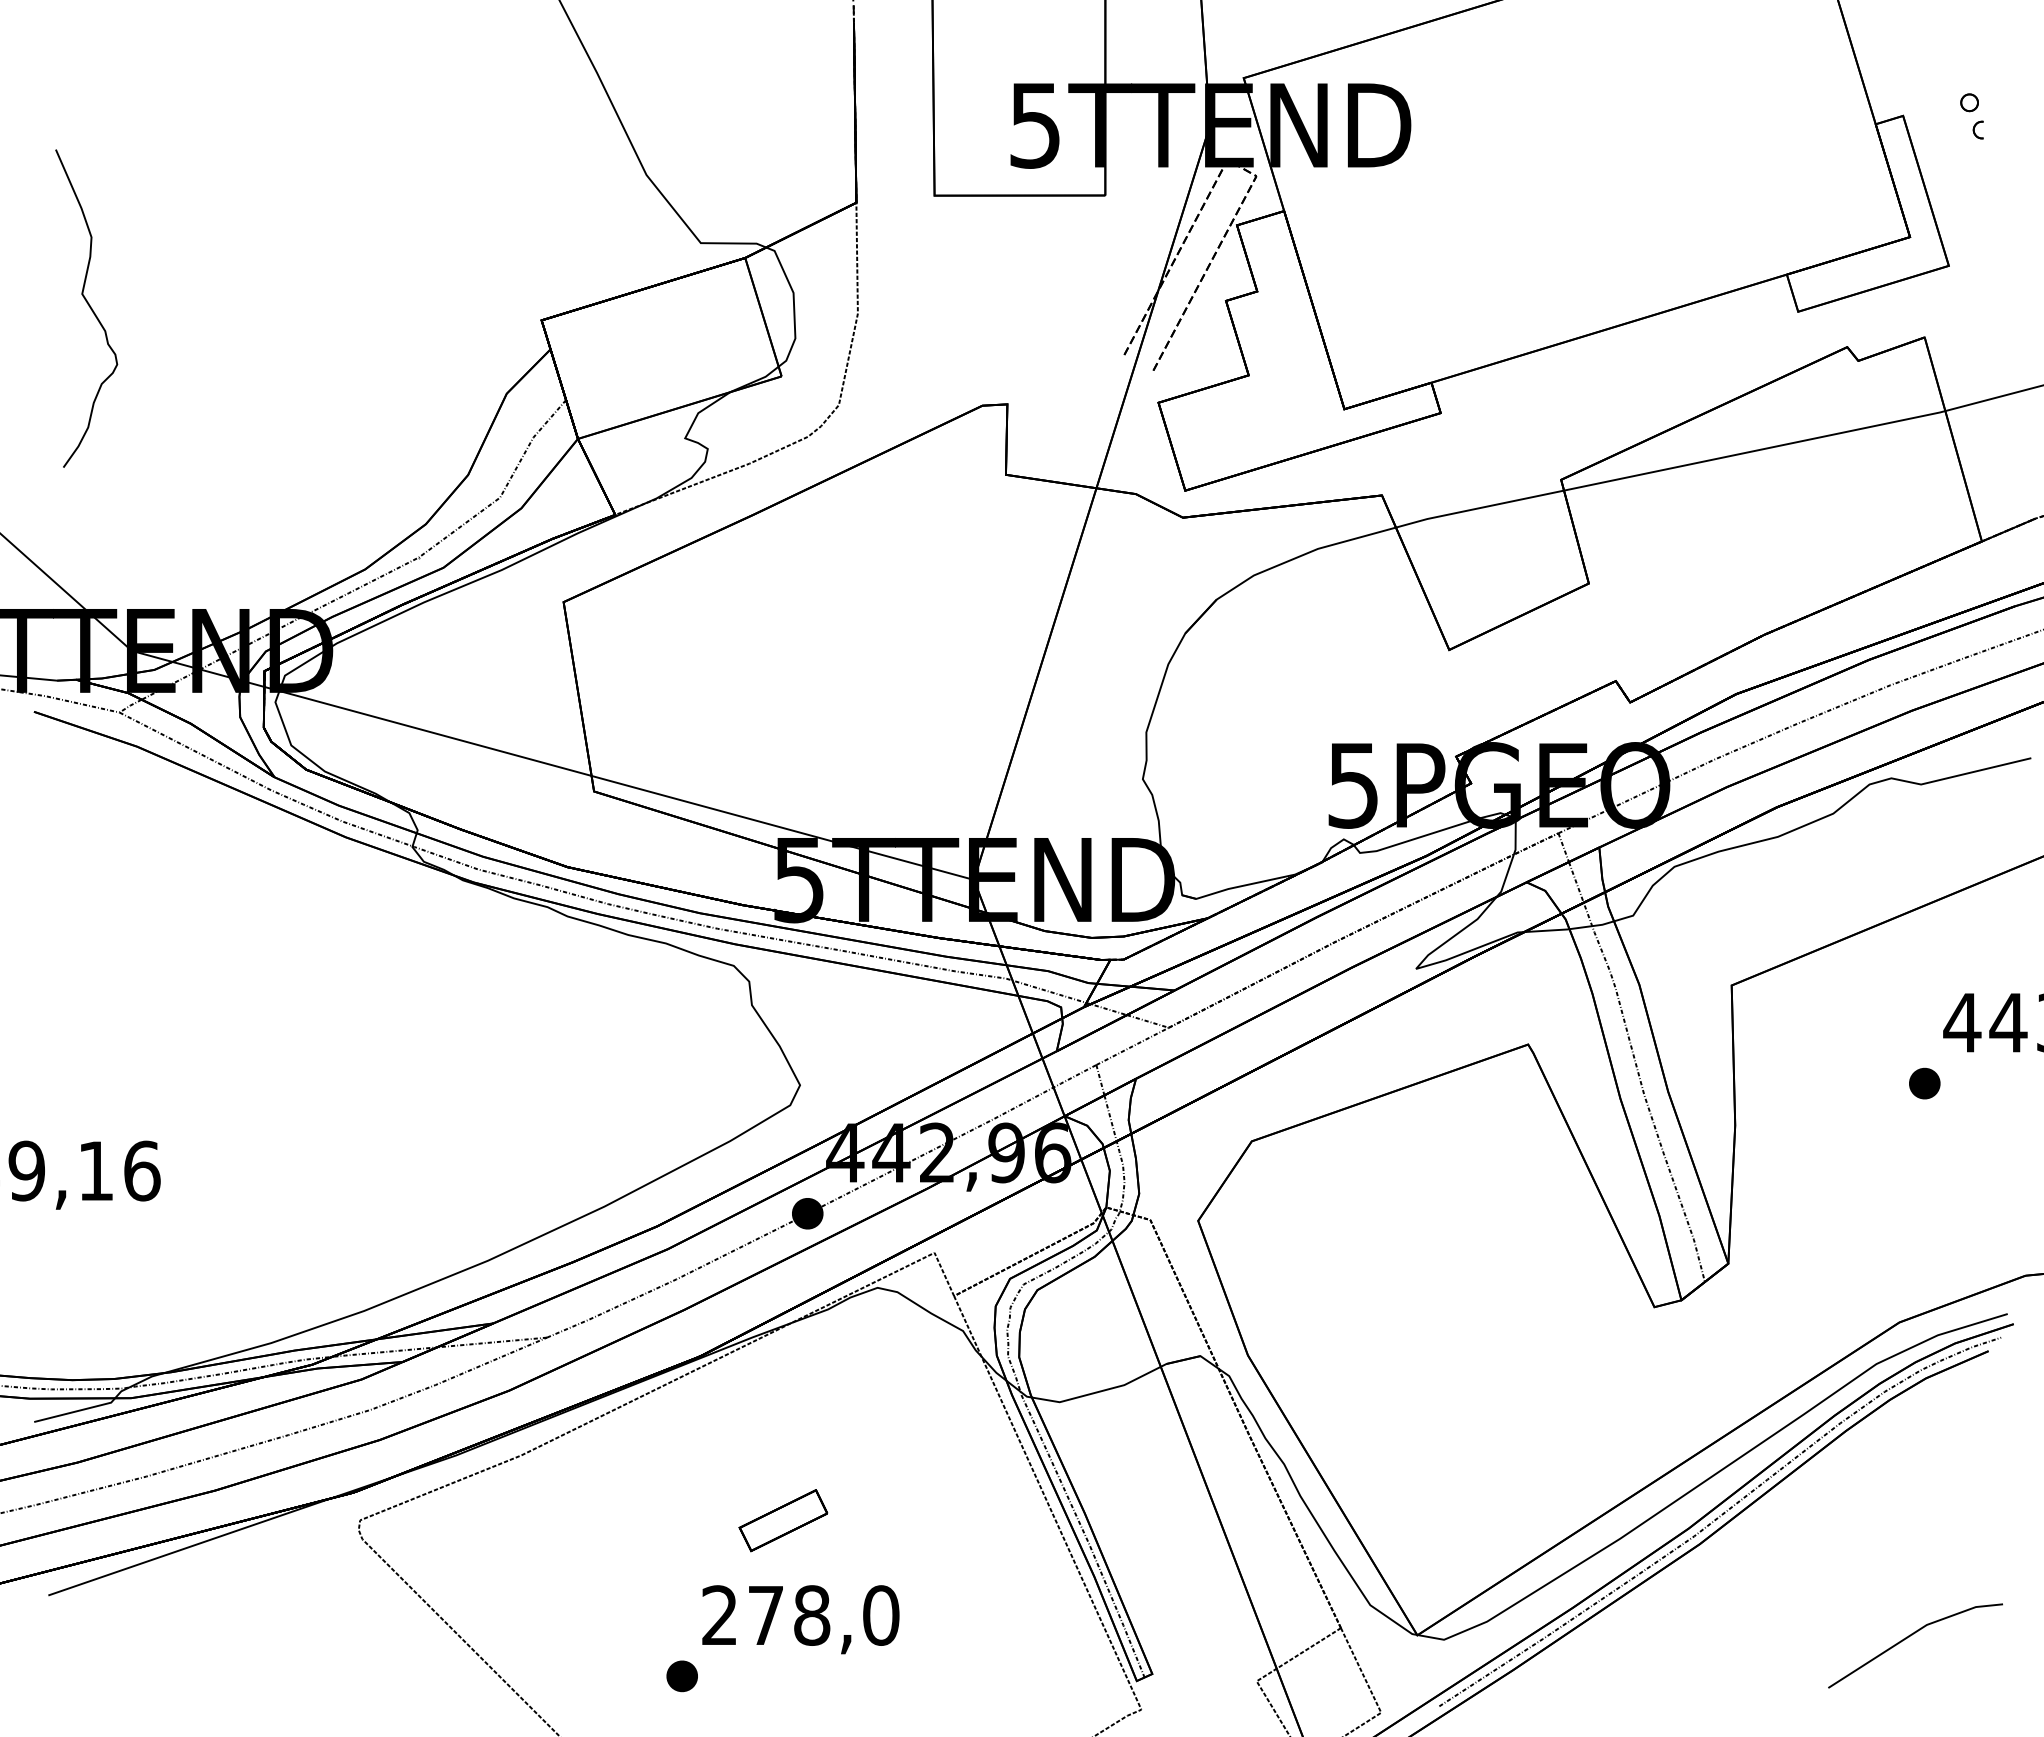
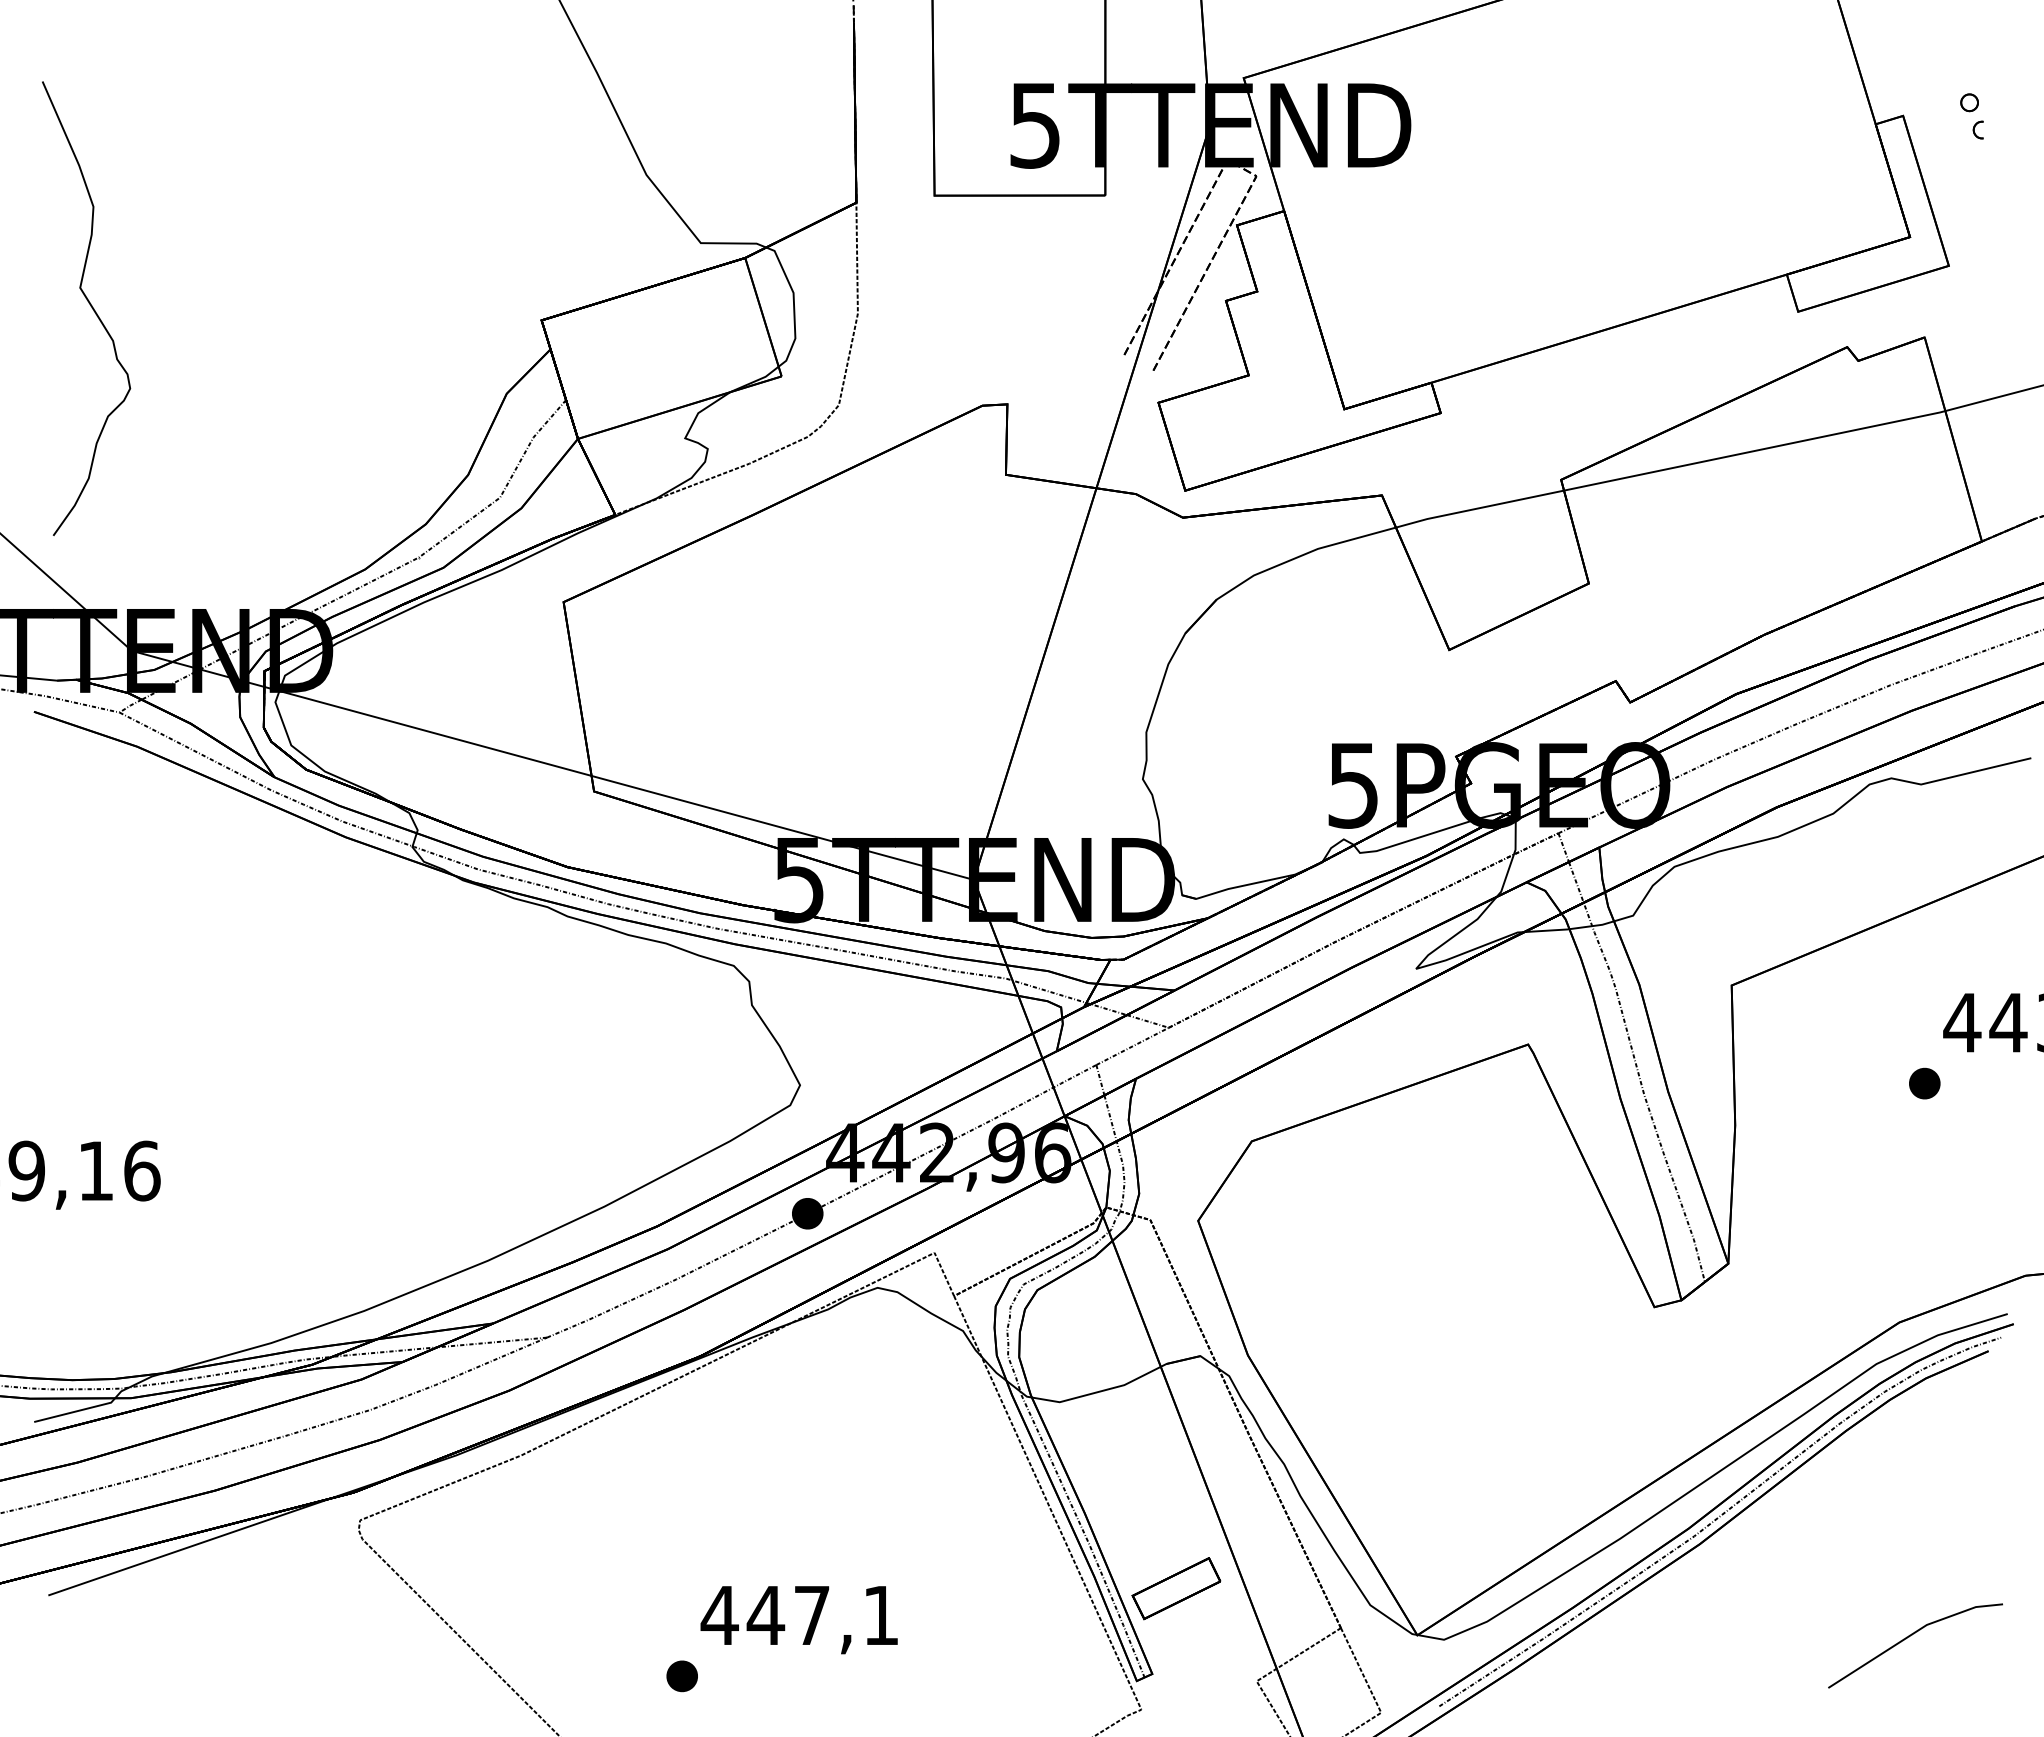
part at (86, 308) size: 64x319 px -> 90x455 px
part at (783, 1520) position: (783, 1520) -> (1176, 1588)
text at (799, 1615): 278,0 -> 447,1
